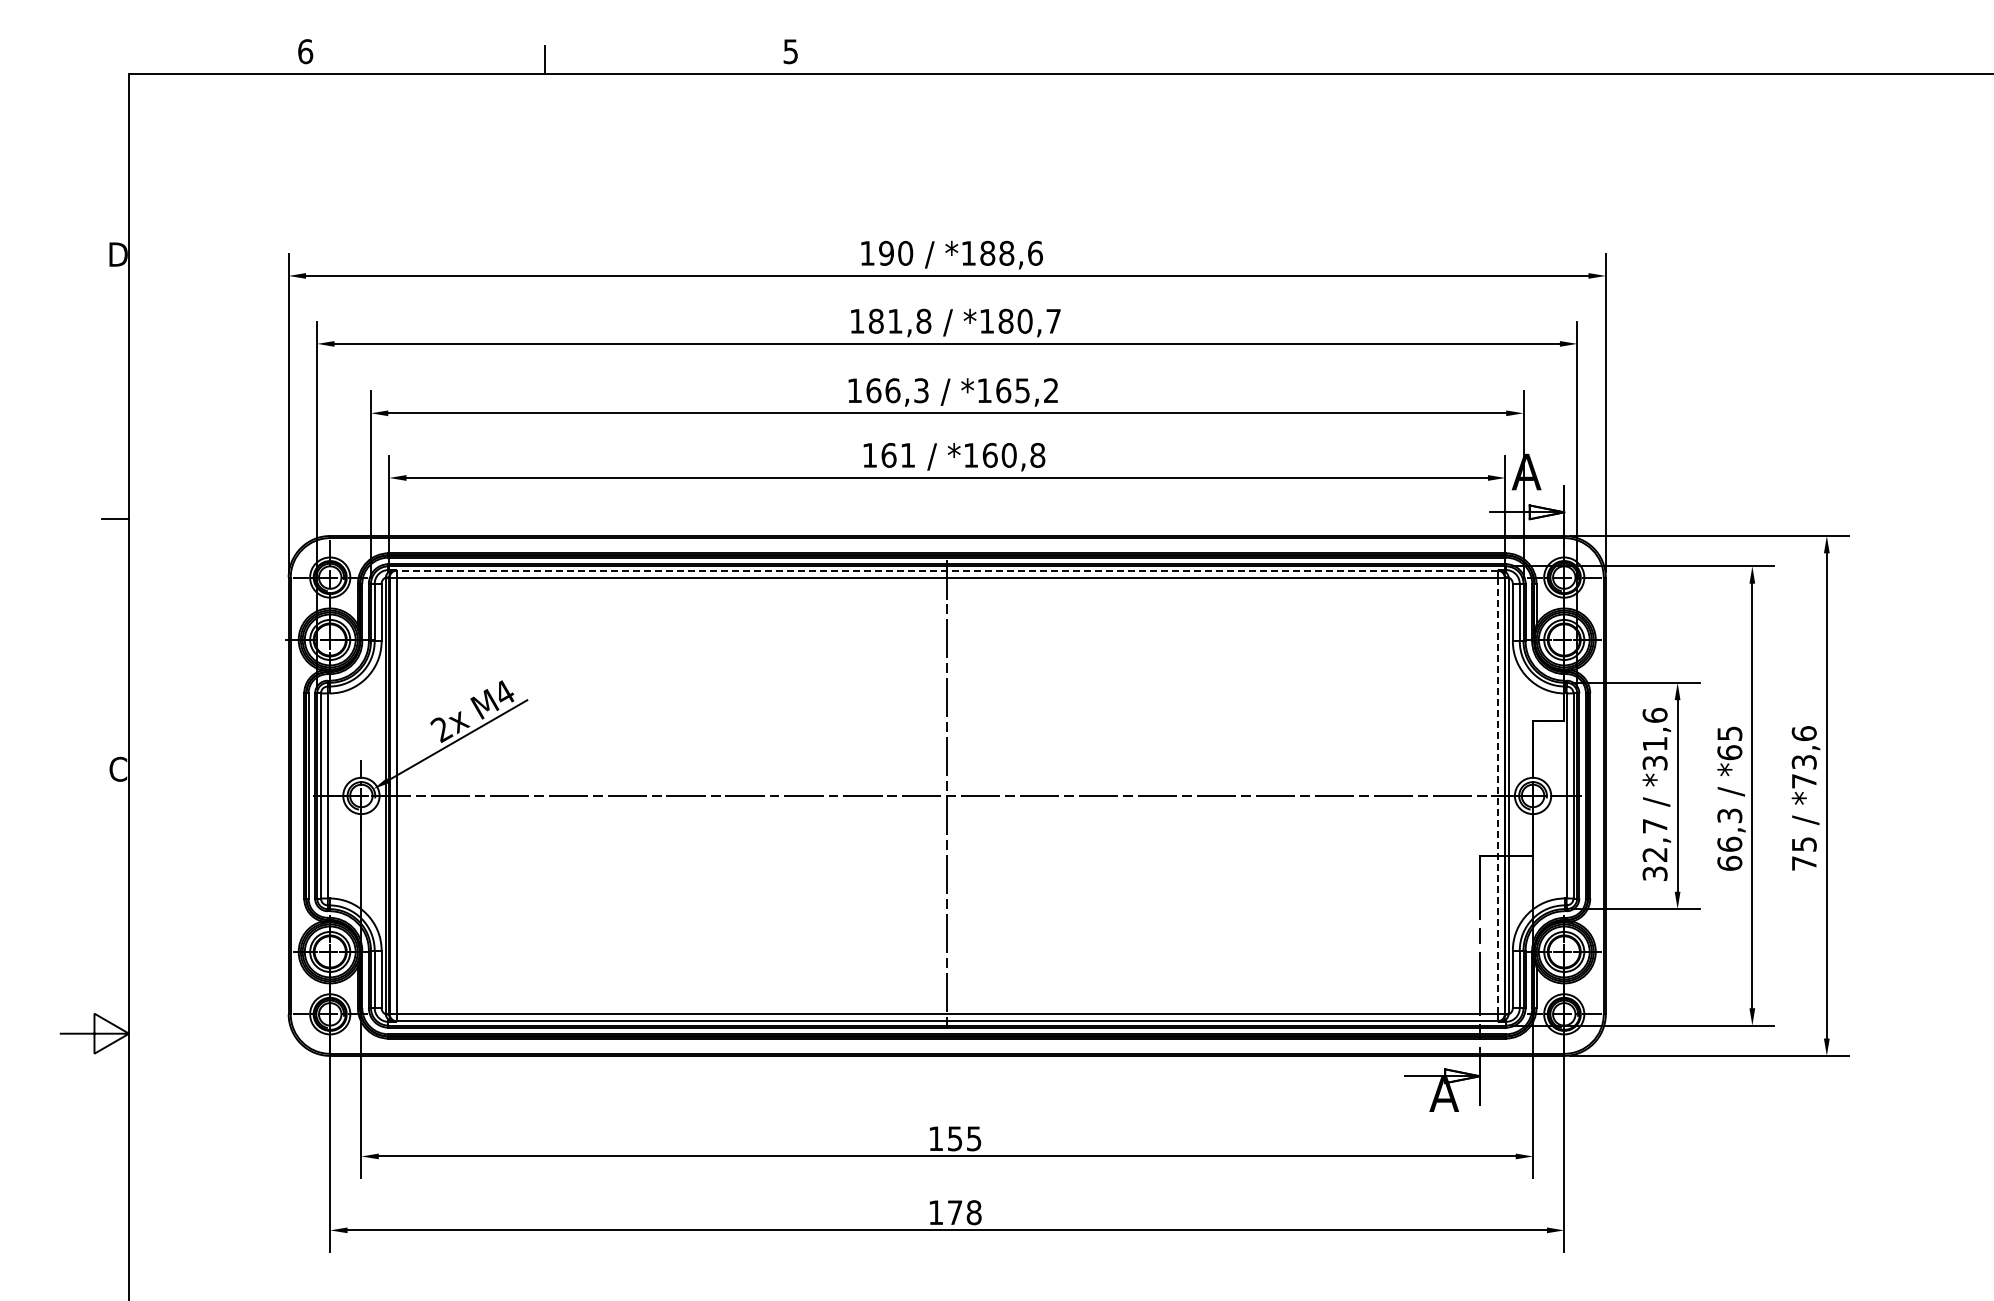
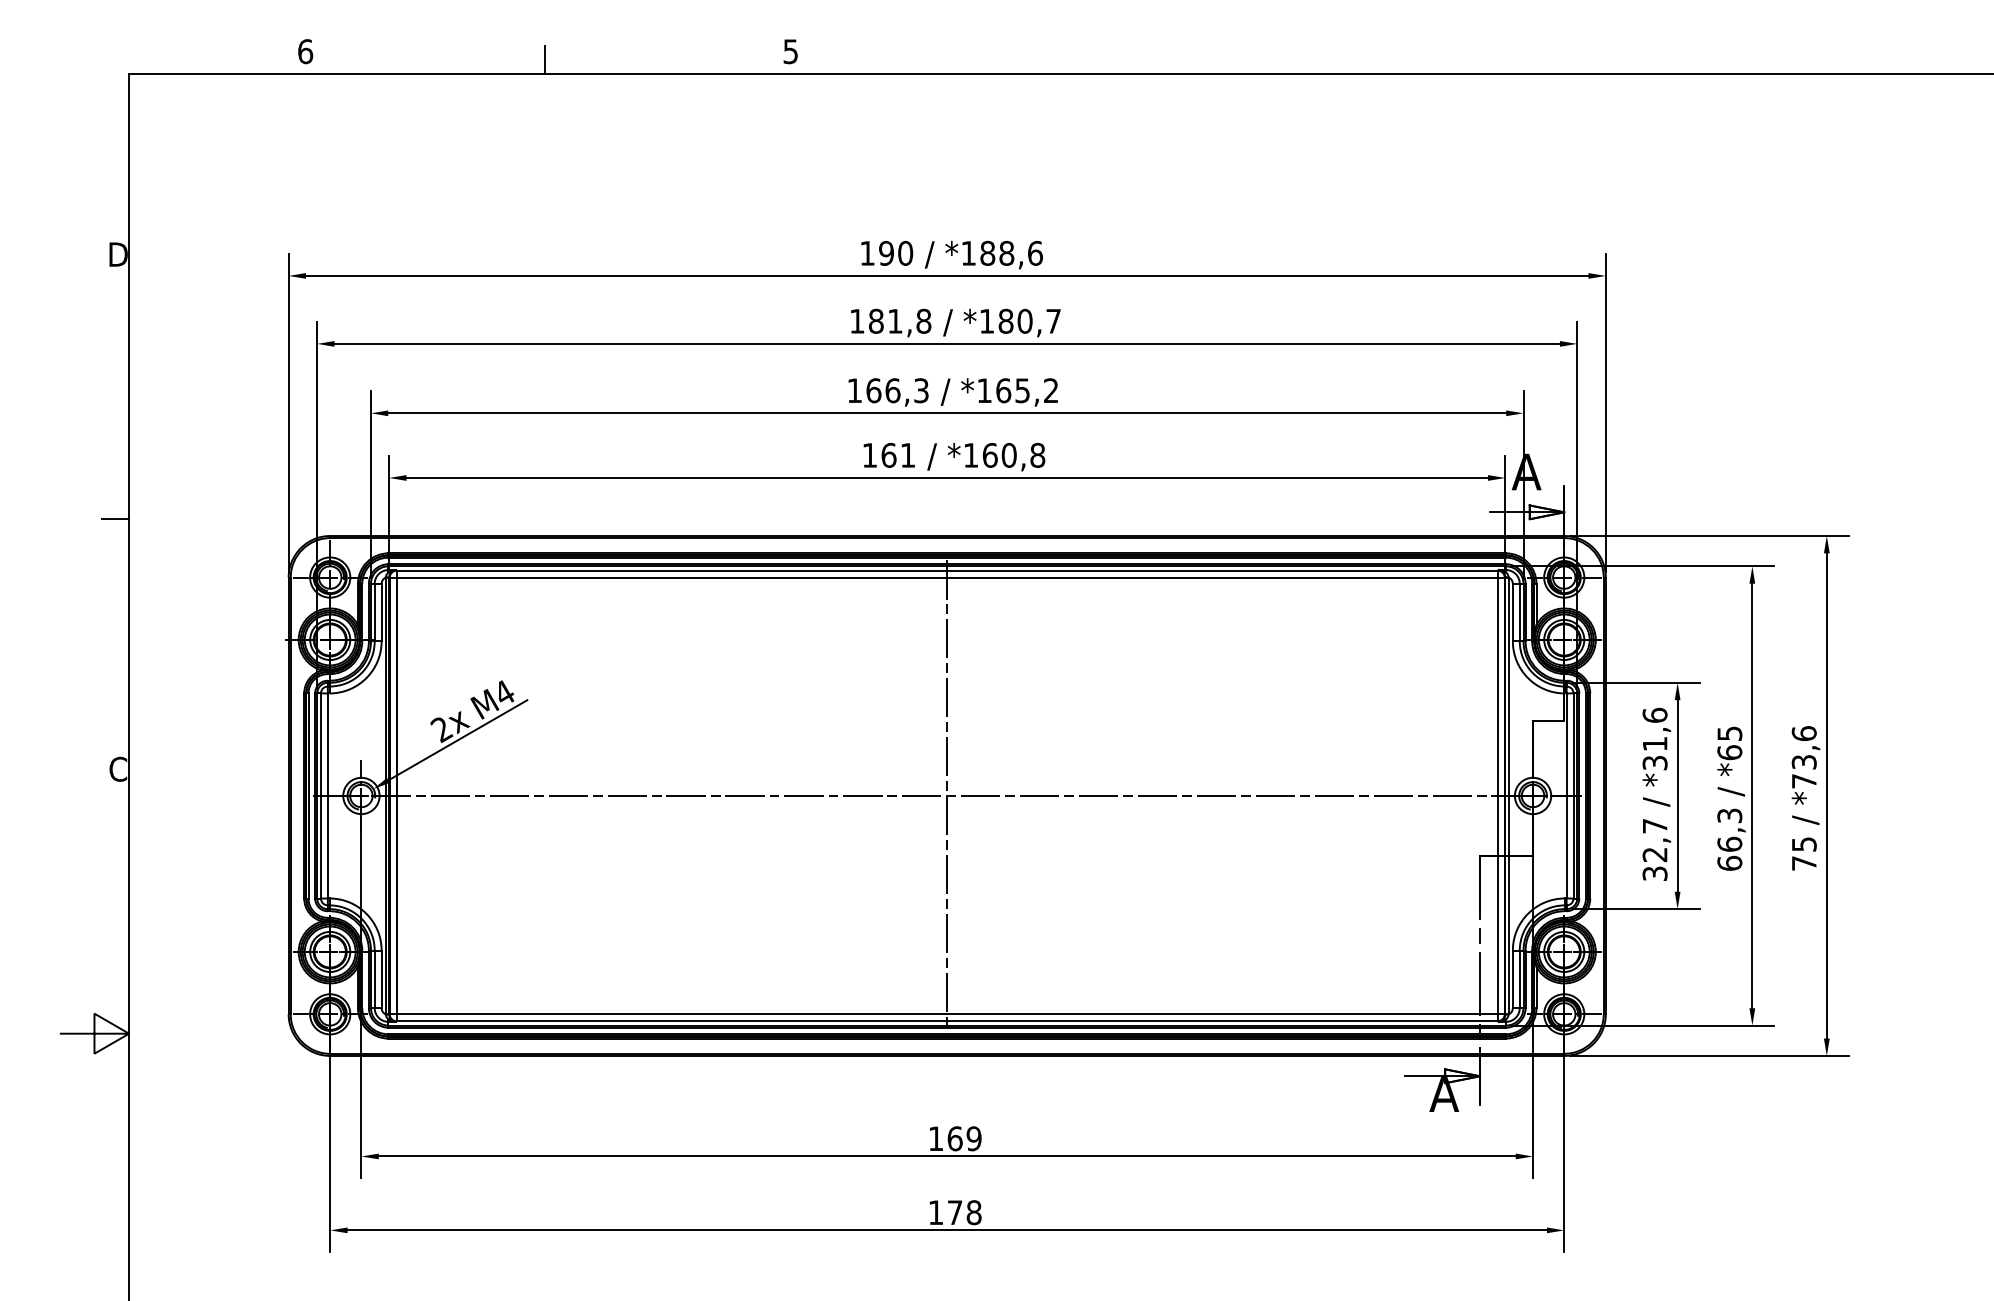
line at (947, 570): dashed -> solid
line at (1497, 796): dashed -> solid
text at (964, 1138): 155 -> 169
